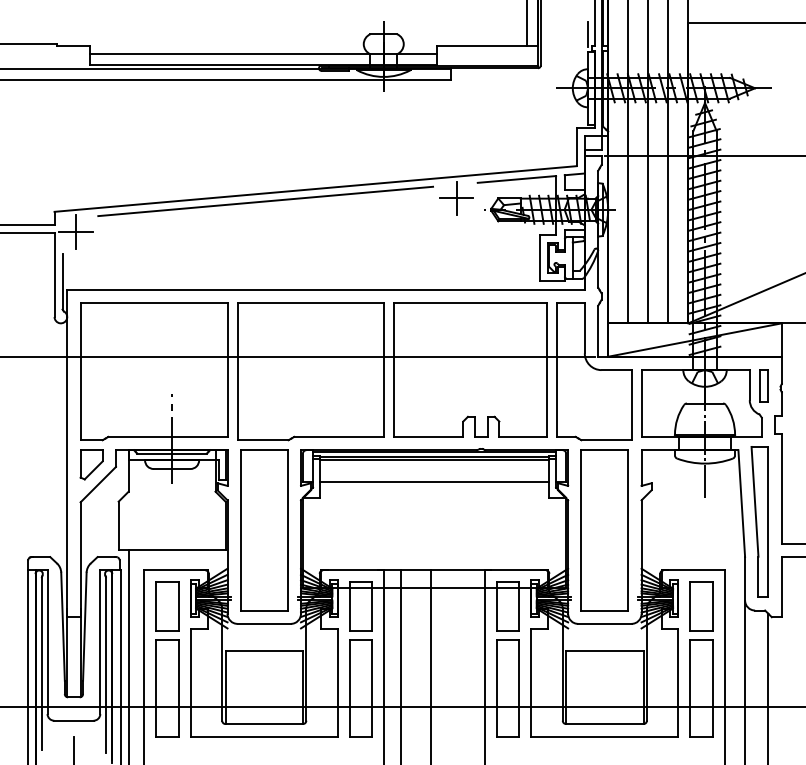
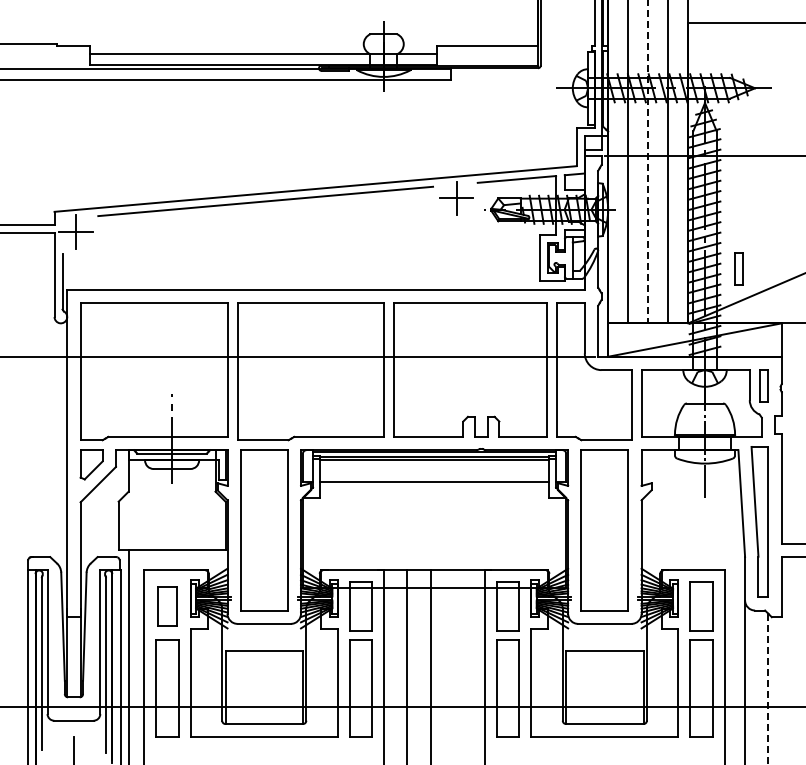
line at (527, 23): present -> none
line at (588, 33): present -> none
line at (648, 162): solid -> dashed
part at (738, 268): none -> present
part at (167, 606) size: 25x51 px -> 21x41 px
line at (401, 665) position: (401, 665) -> (407, 665)
line at (768, 689): solid -> dashed
